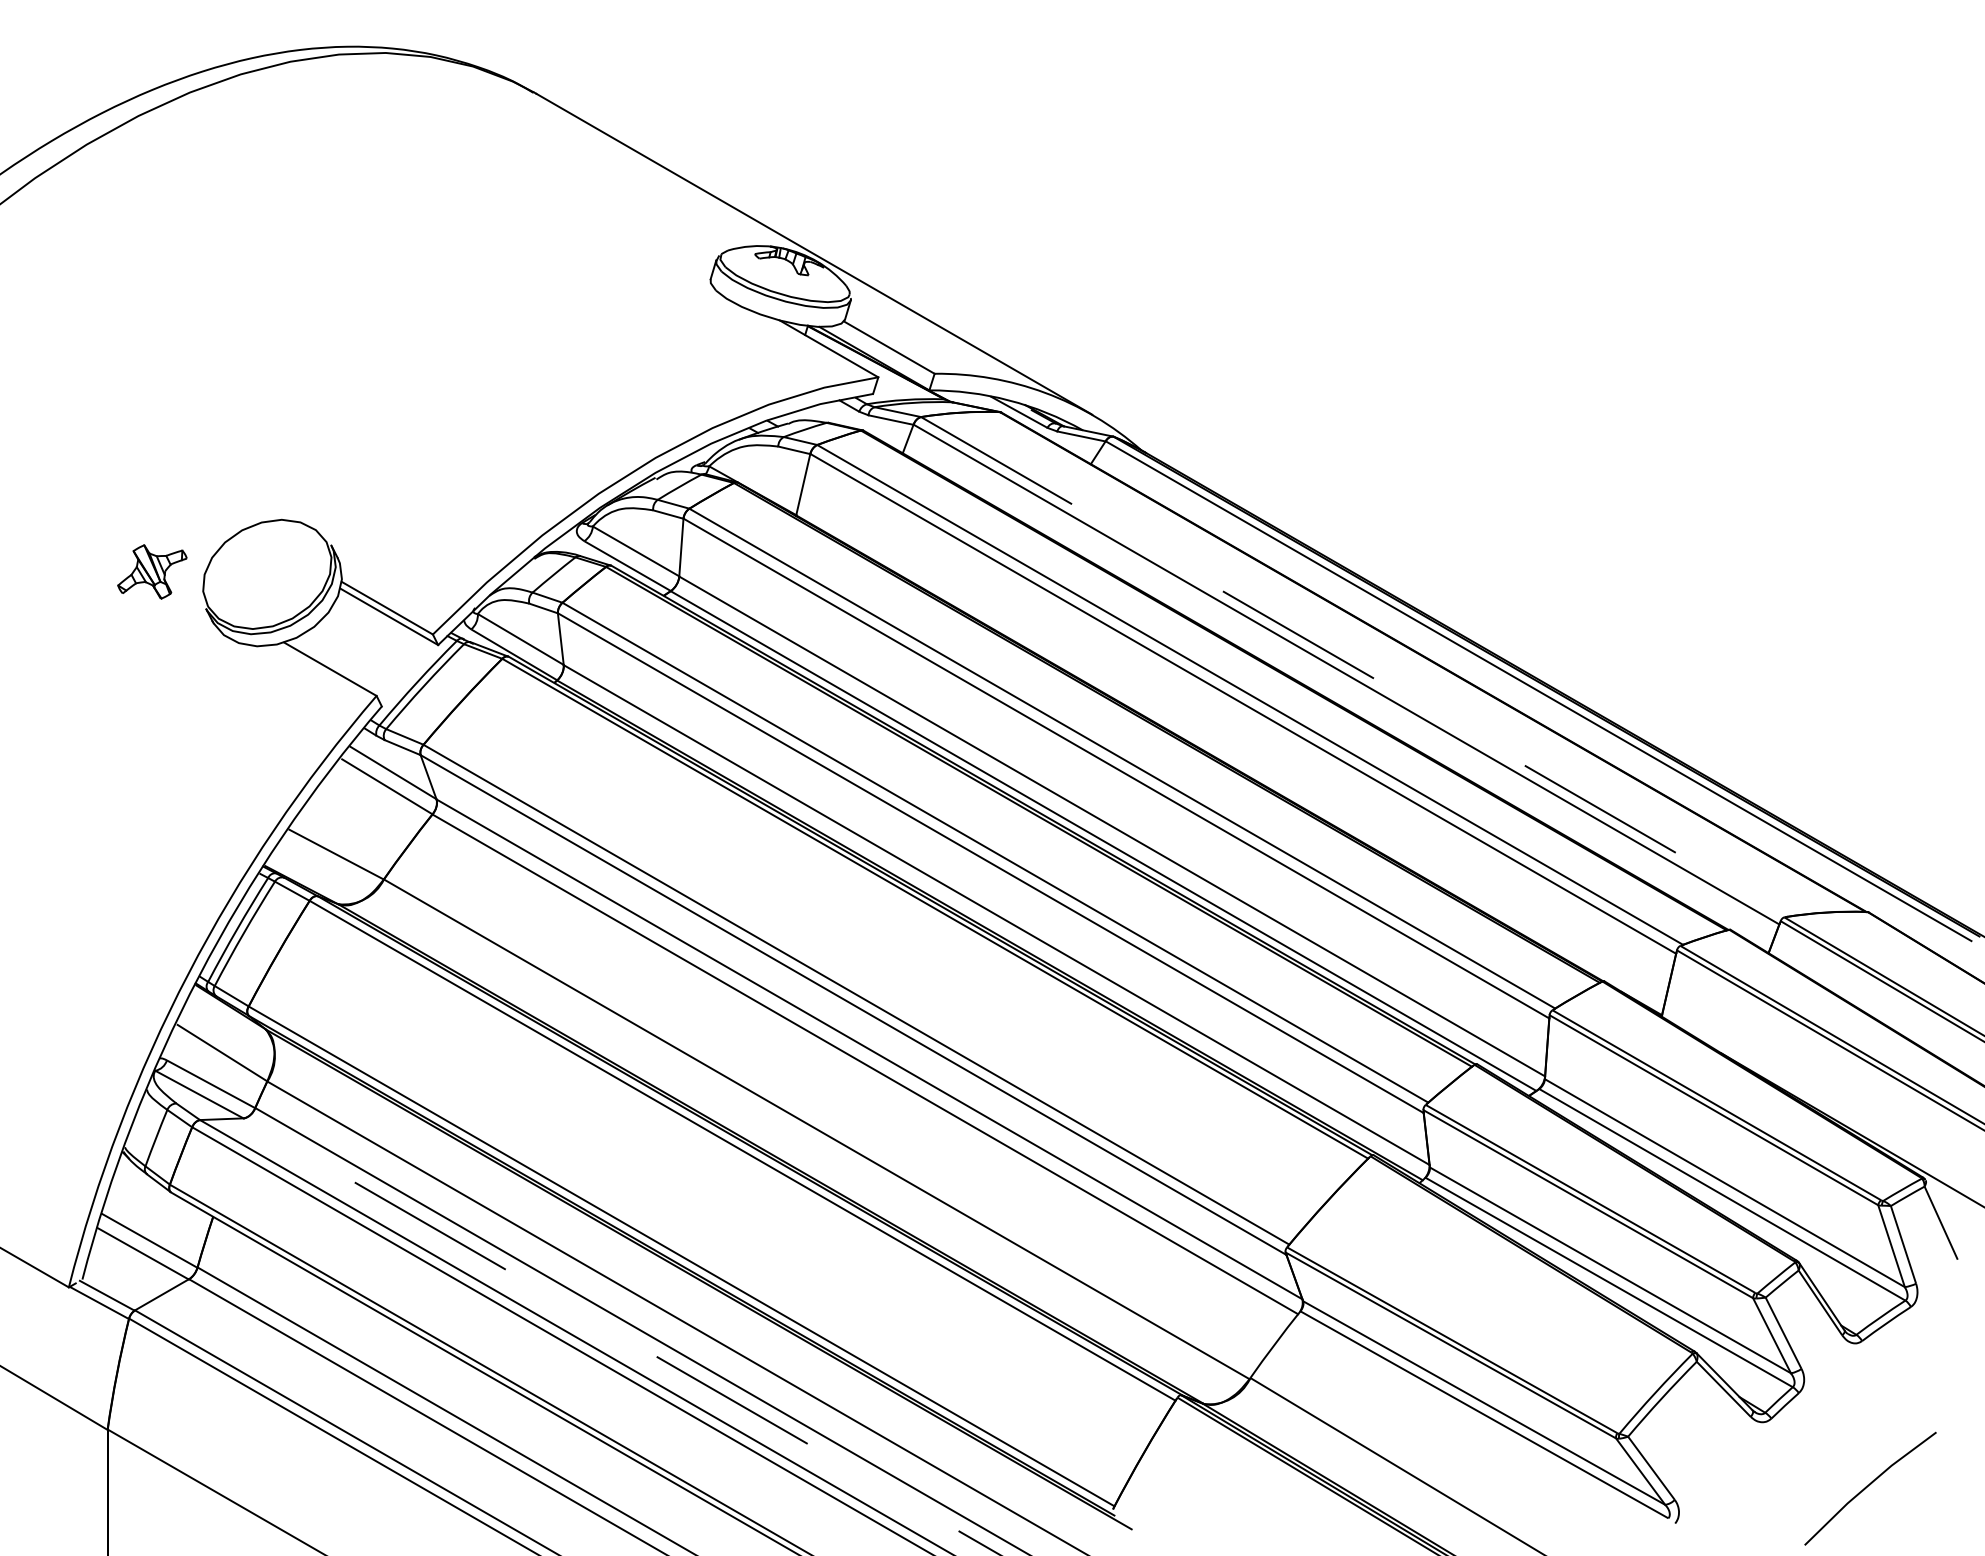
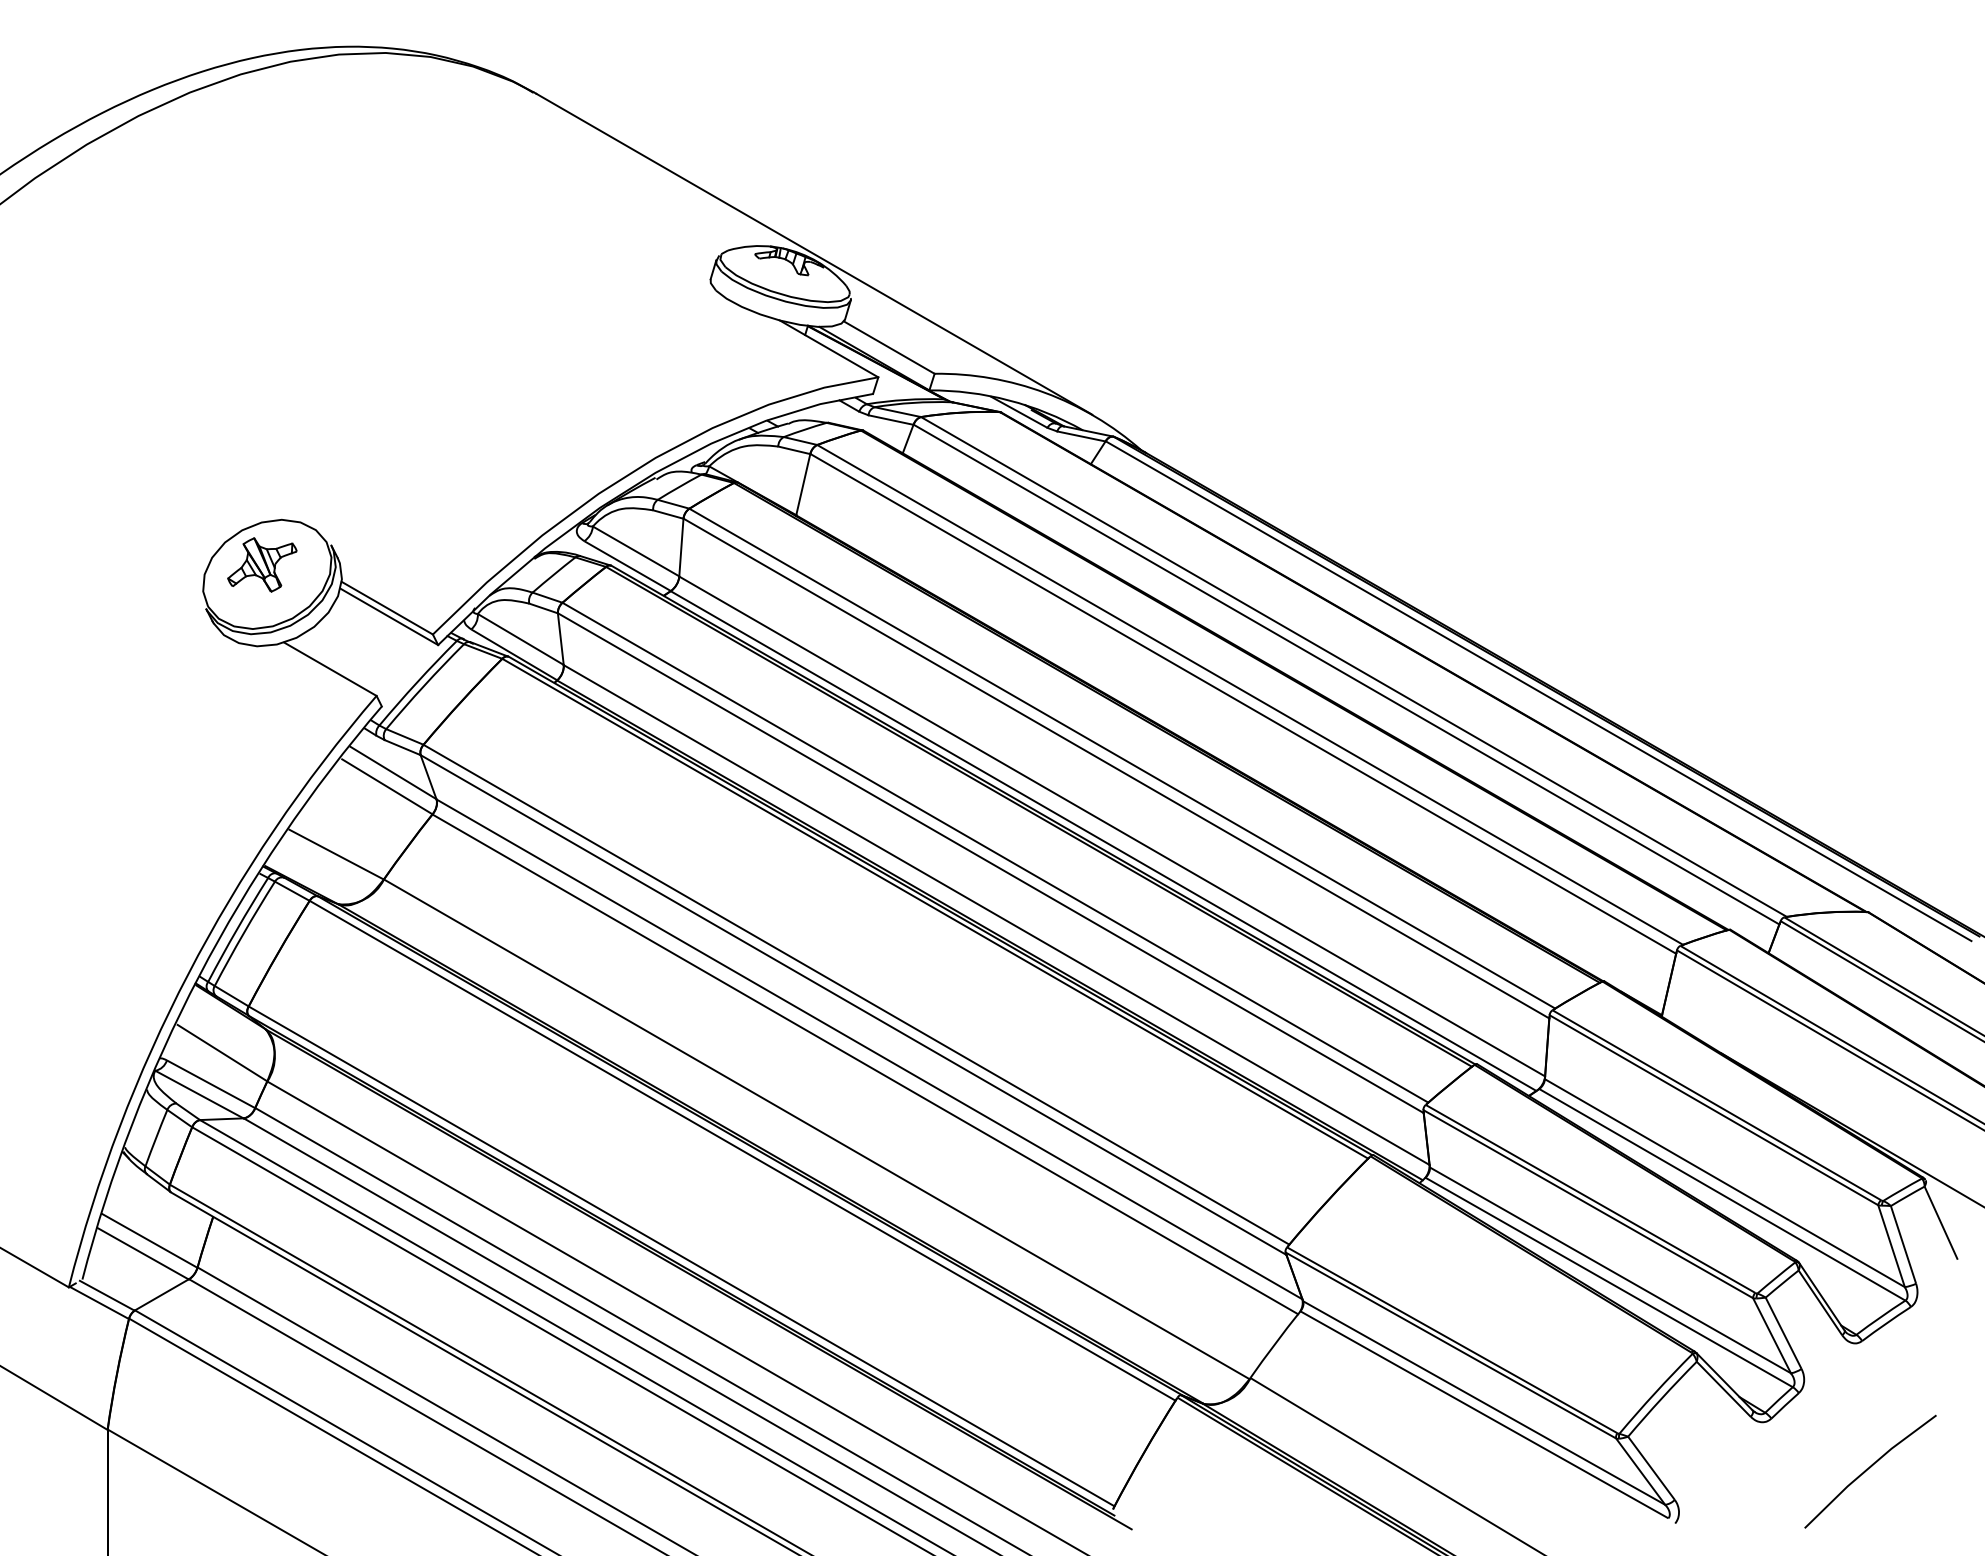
part at (152, 571) position: (152, 571) -> (262, 564)
line at (1353, 666): dashed -> solid
line at (622, 1336): dashed -> solid
line at (1868, 1486) position: (1868, 1486) -> (1868, 1469)
